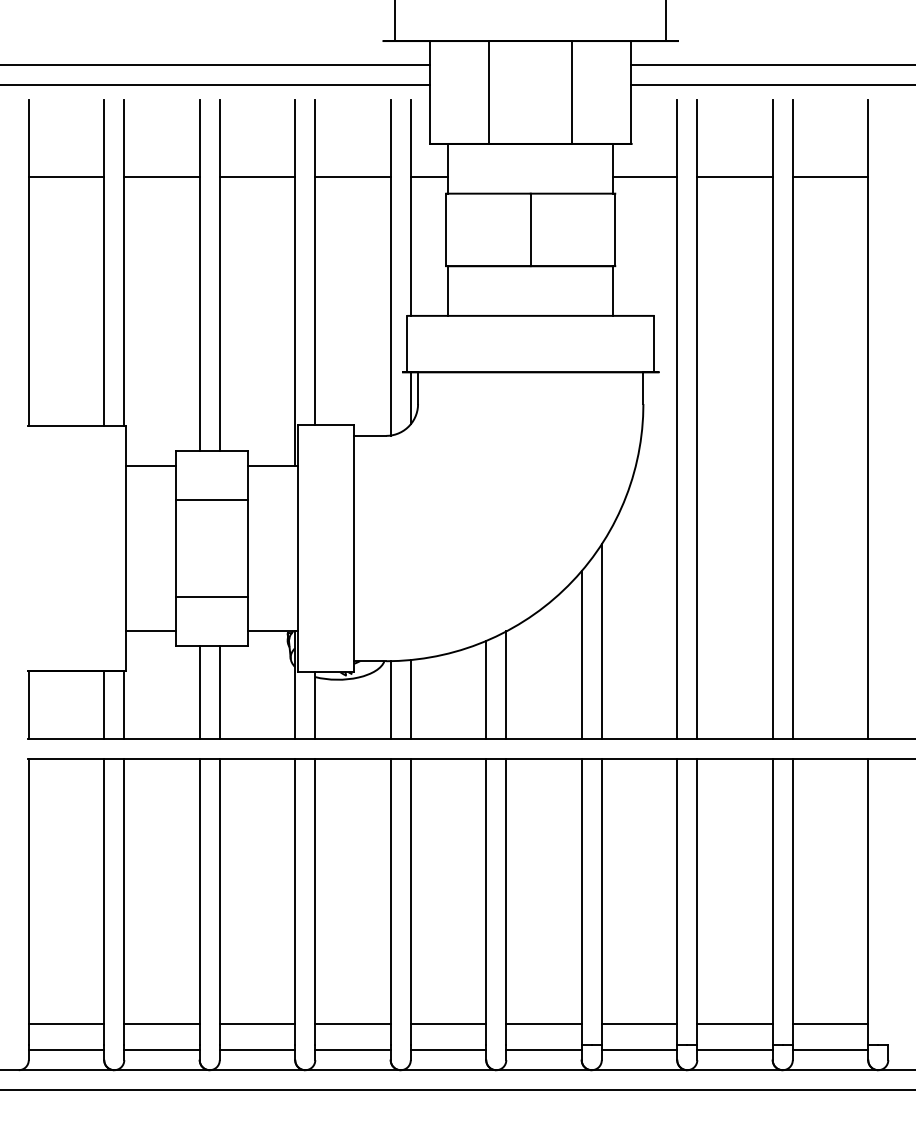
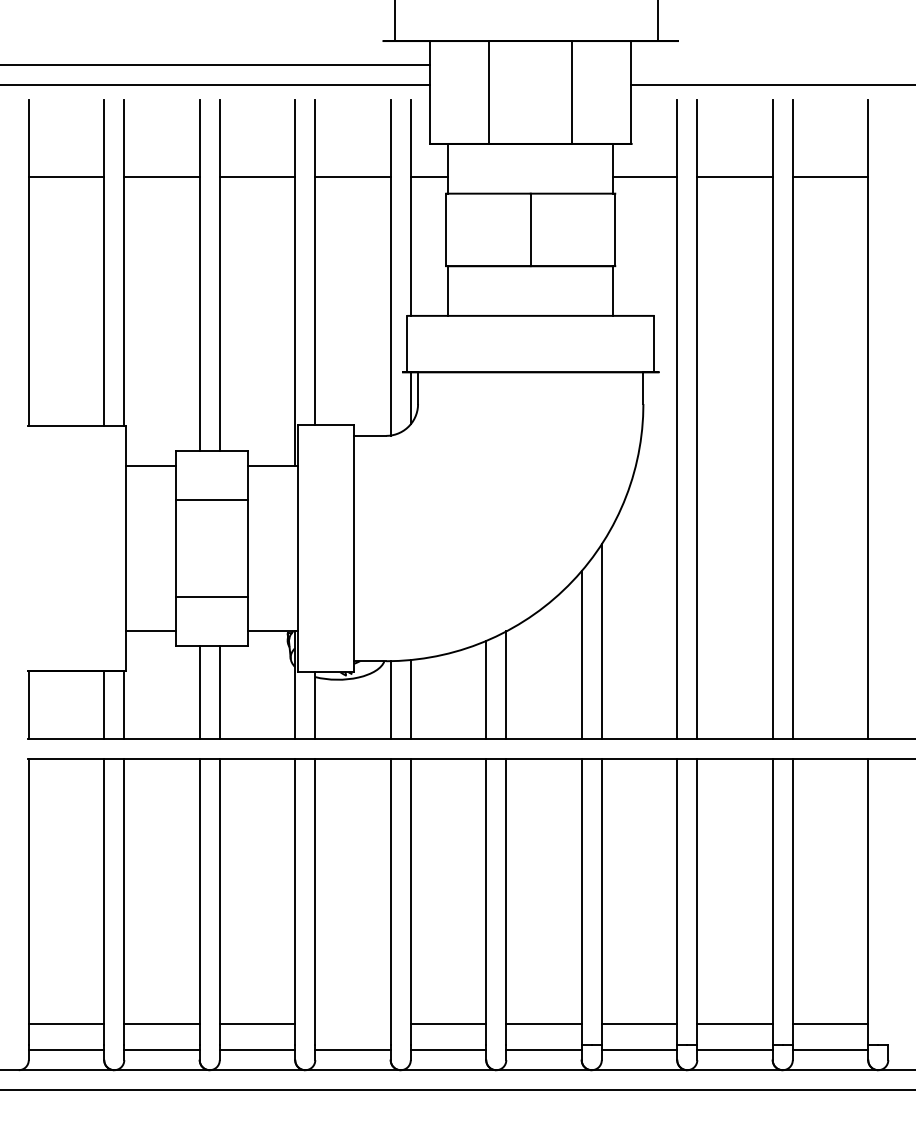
line at (666, 21) position: (666, 21) -> (658, 21)
line at (771, 65): present -> none
line at (352, 1024): present -> none
